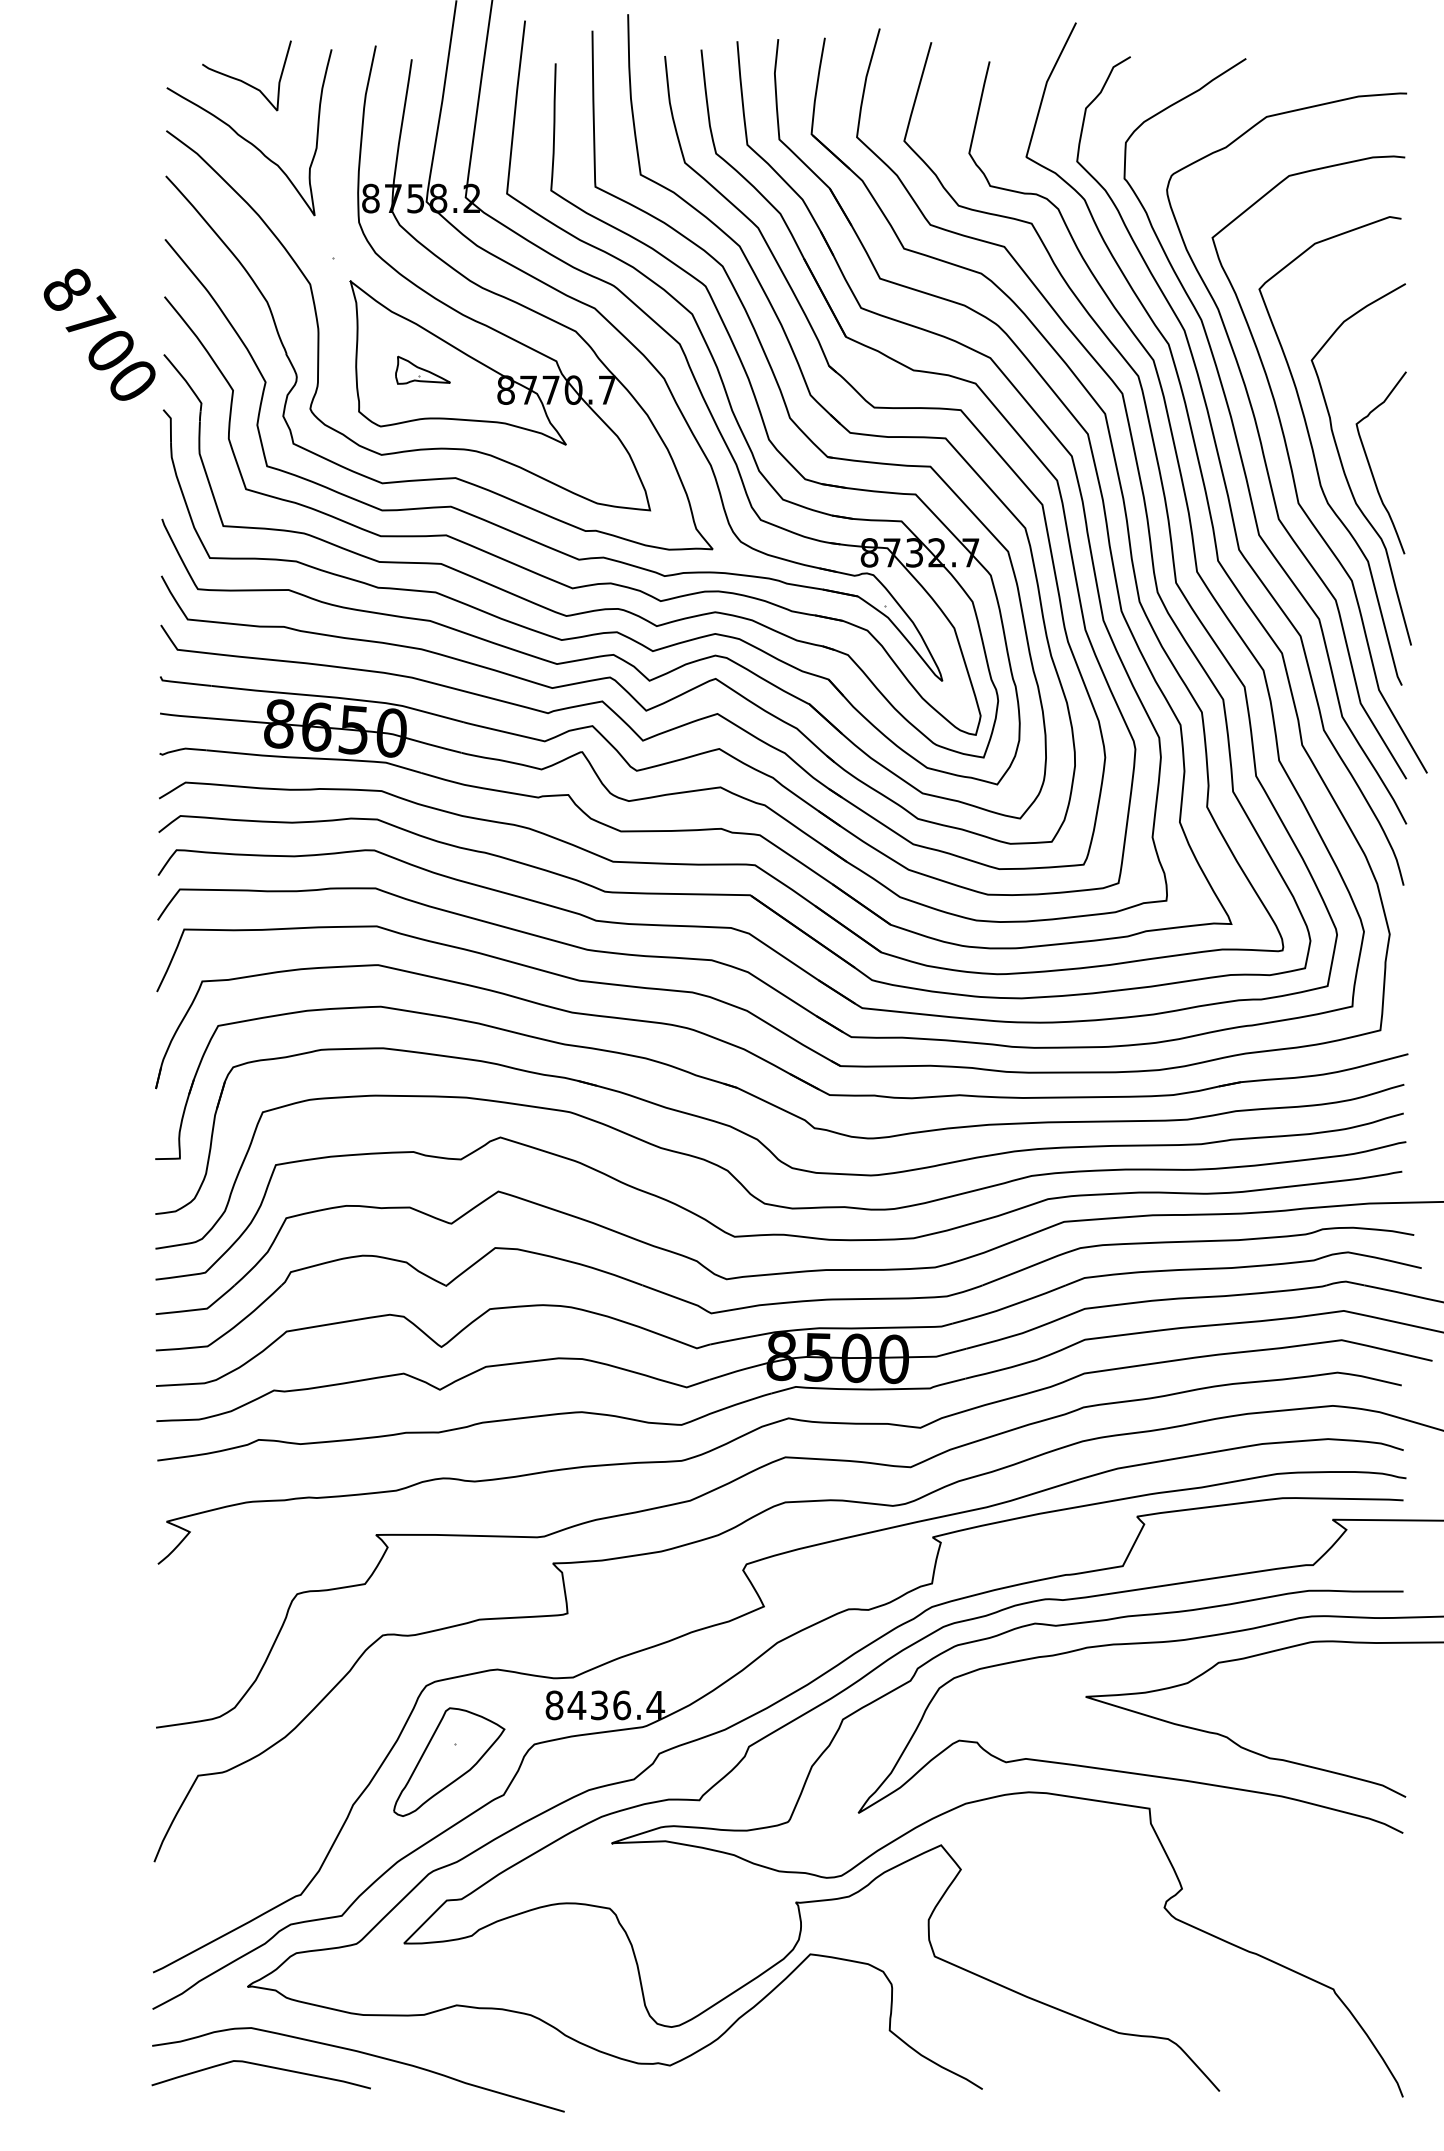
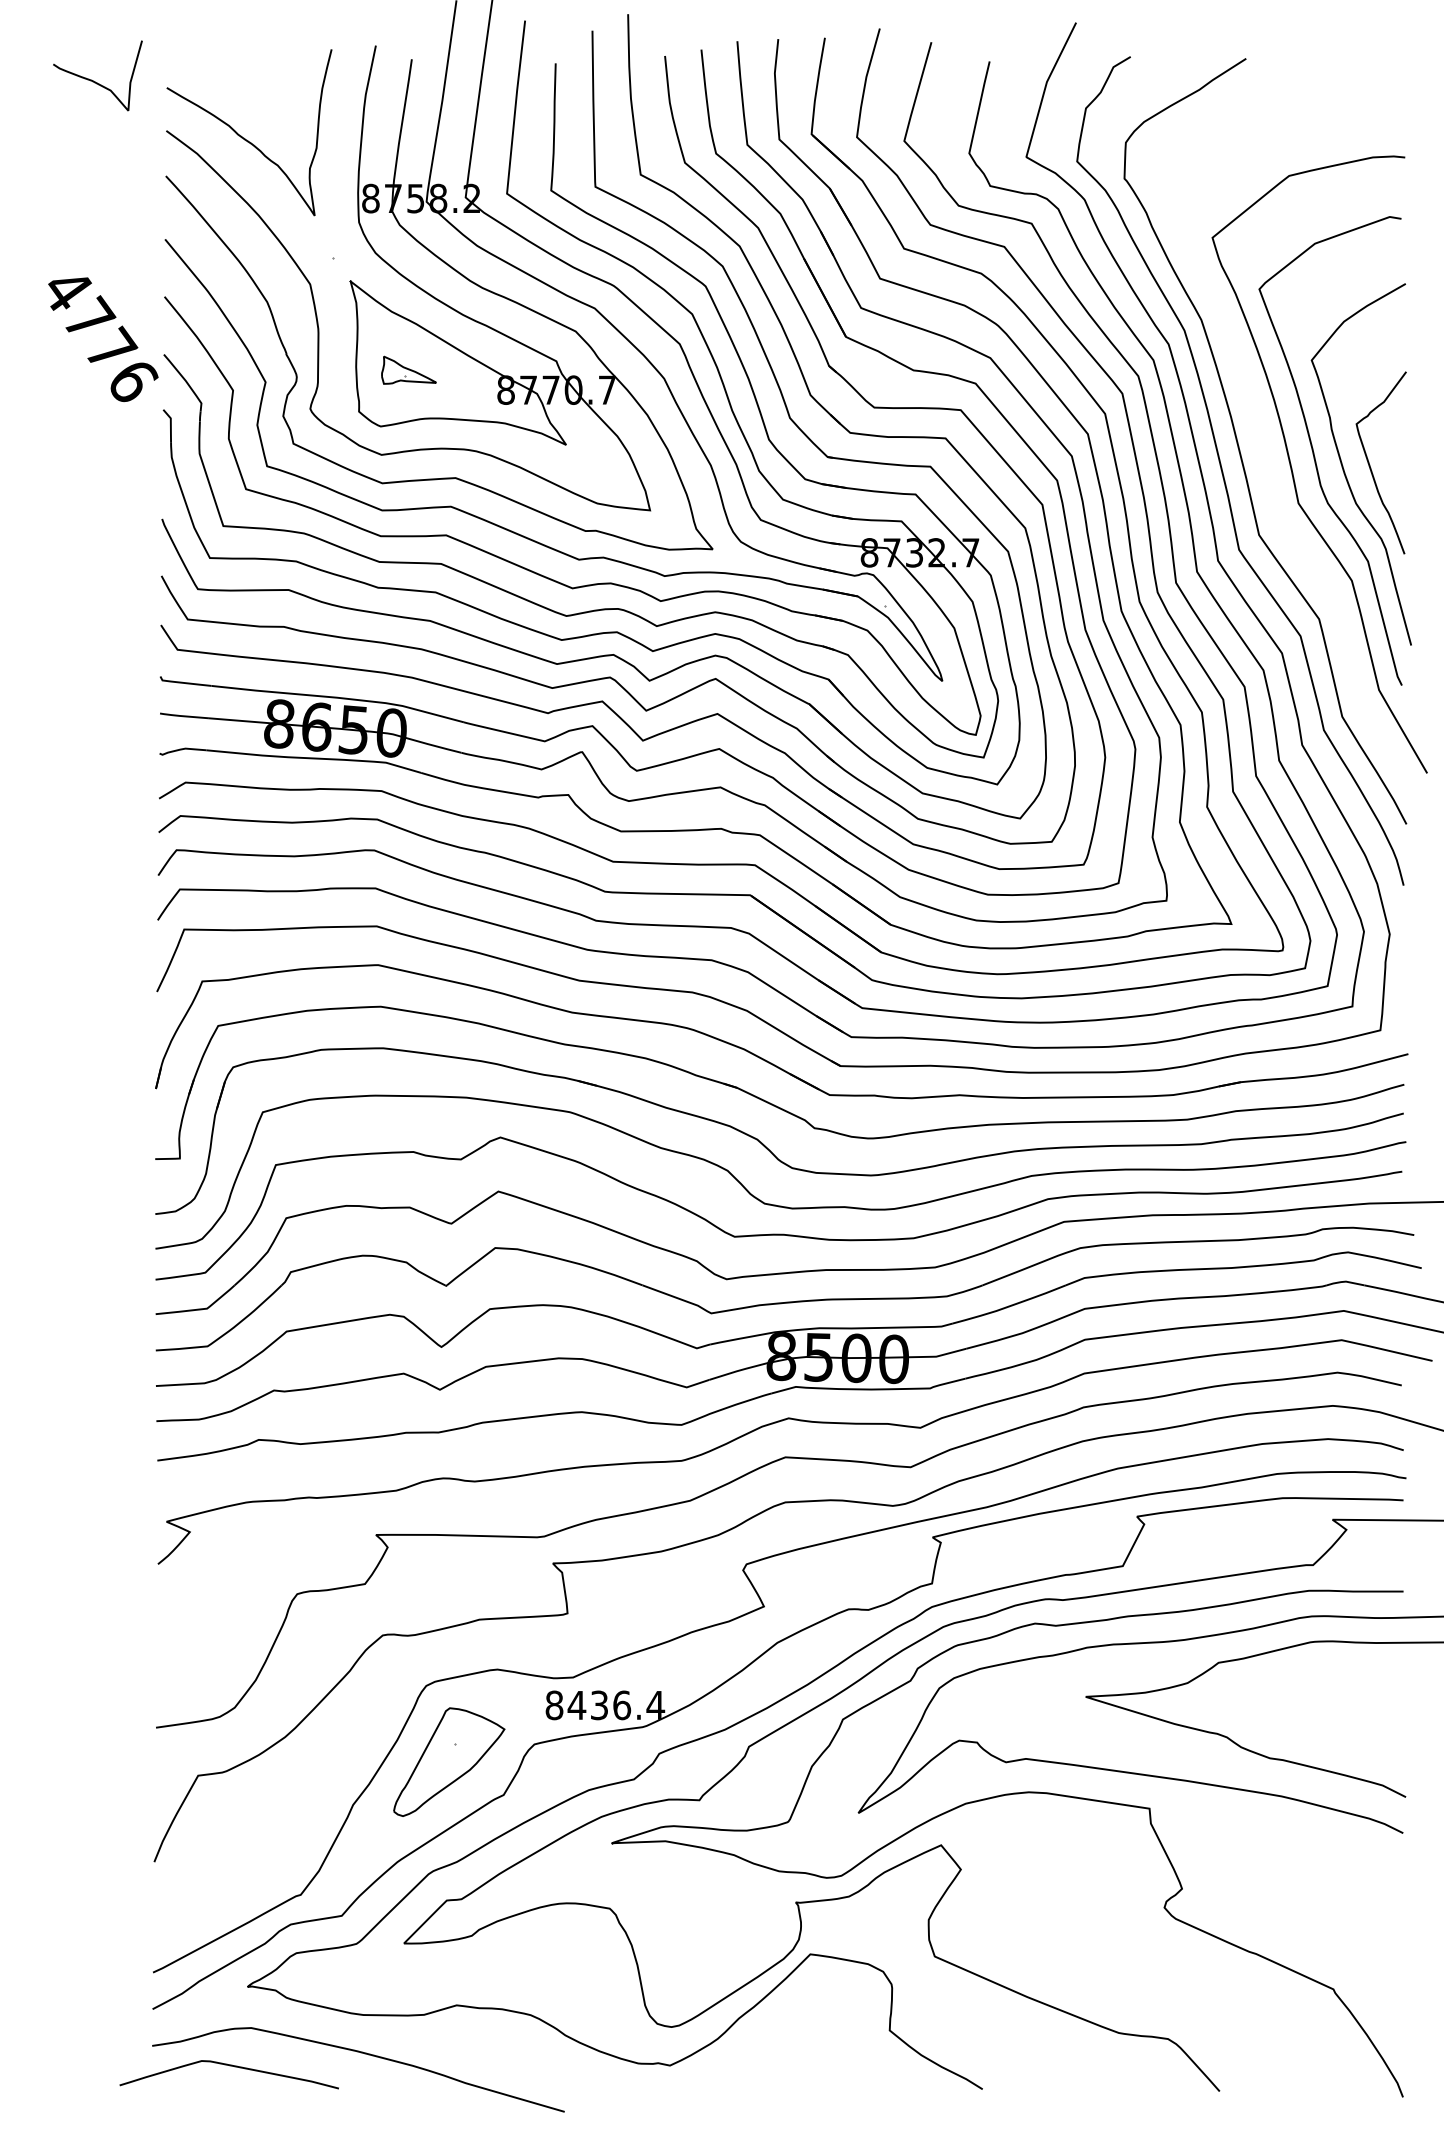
curve at (244, 81) position: (244, 81) -> (95, 81)
text at (100, 335): 8700 -> 4776
part at (422, 369) position: (422, 369) -> (408, 369)
curve at (1261, 440): present -> none
curve at (261, 2066) position: (261, 2066) -> (229, 2066)
